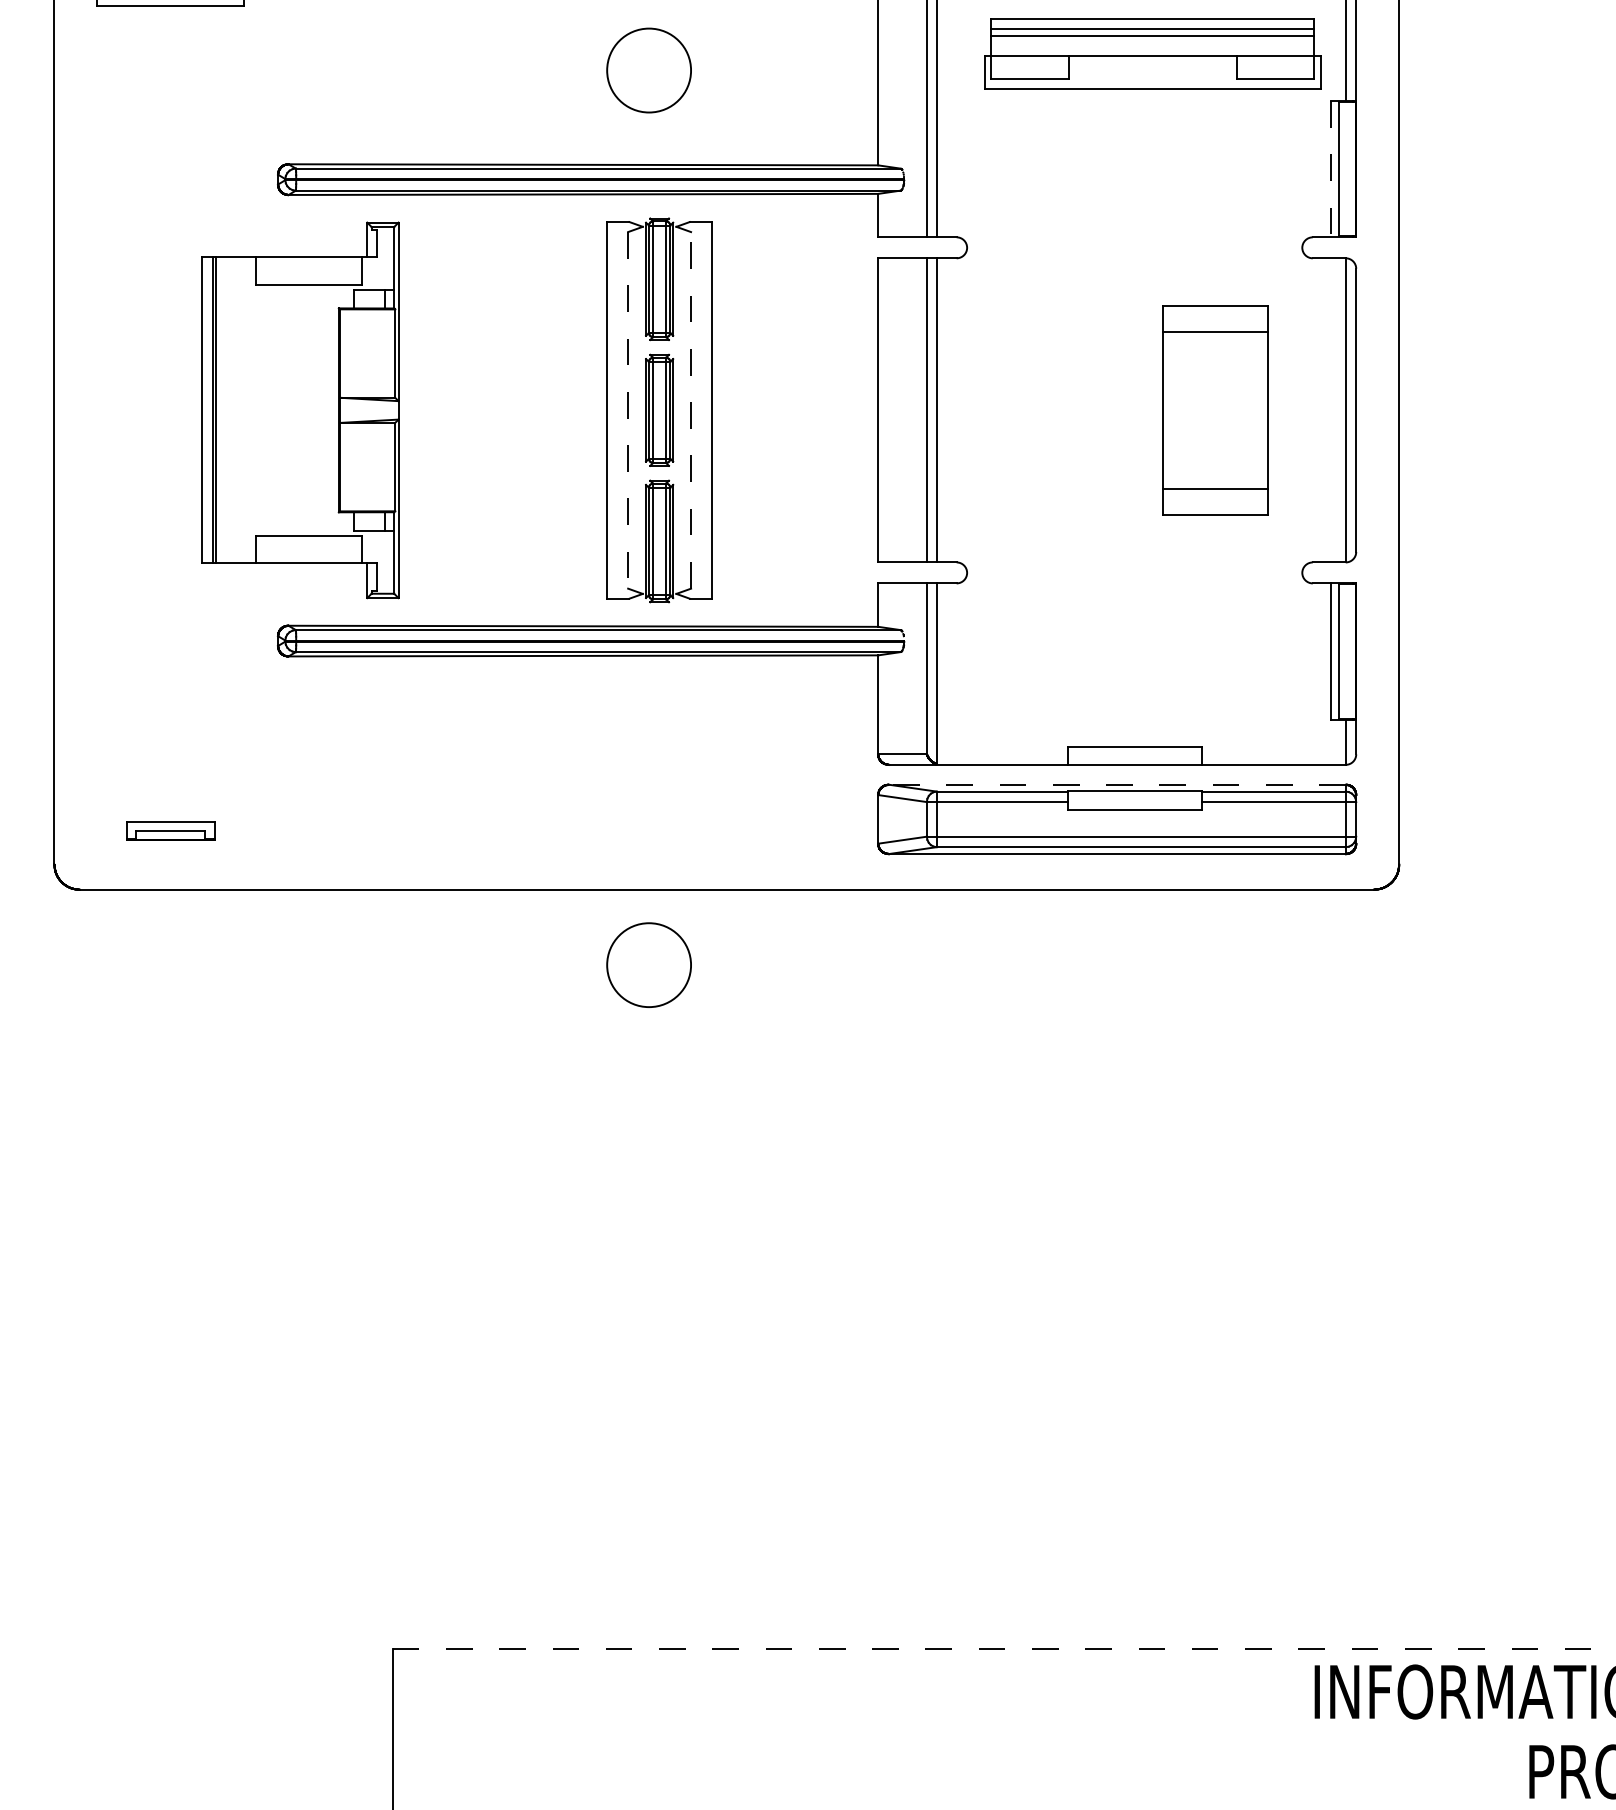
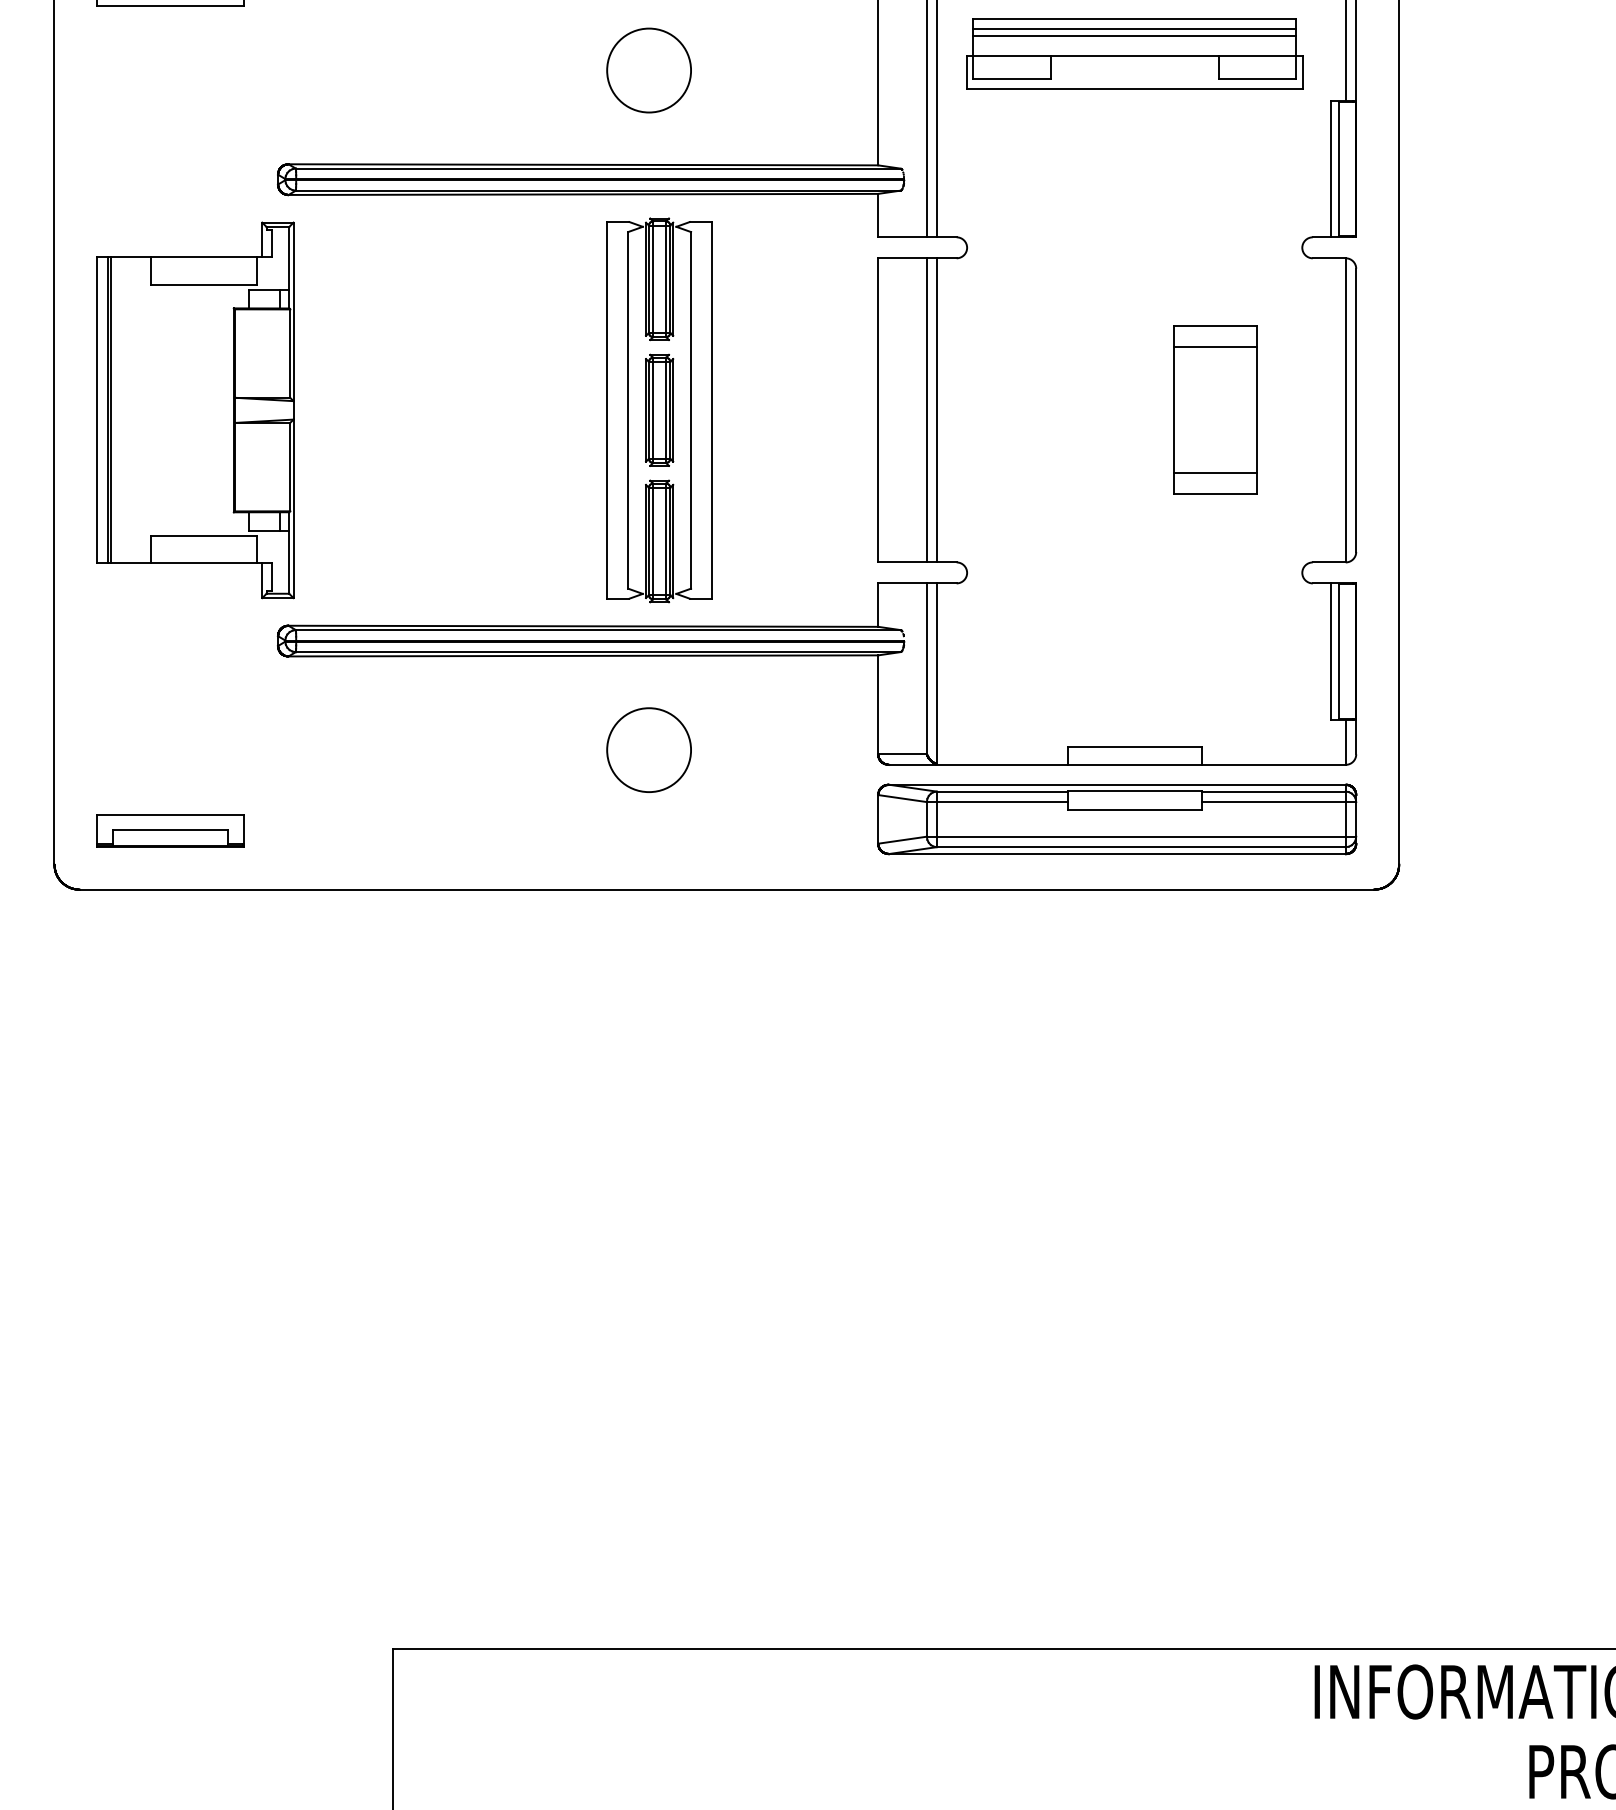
part at (1152, 53) position: (1152, 53) -> (1134, 53)
line at (1331, 169): dashed -> solid
line at (691, 409): dashed -> solid
part at (300, 410) position: (300, 410) -> (195, 410)
line at (628, 410): dashed -> solid
part at (1215, 410) size: 107x211 px -> 85x170 px
line at (1116, 784): dashed -> solid
part at (170, 830) size: 90x20 px -> 149x34 px
circle at (648, 964) position: (648, 964) -> (648, 749)
line at (1004, 1648): dashed -> solid
